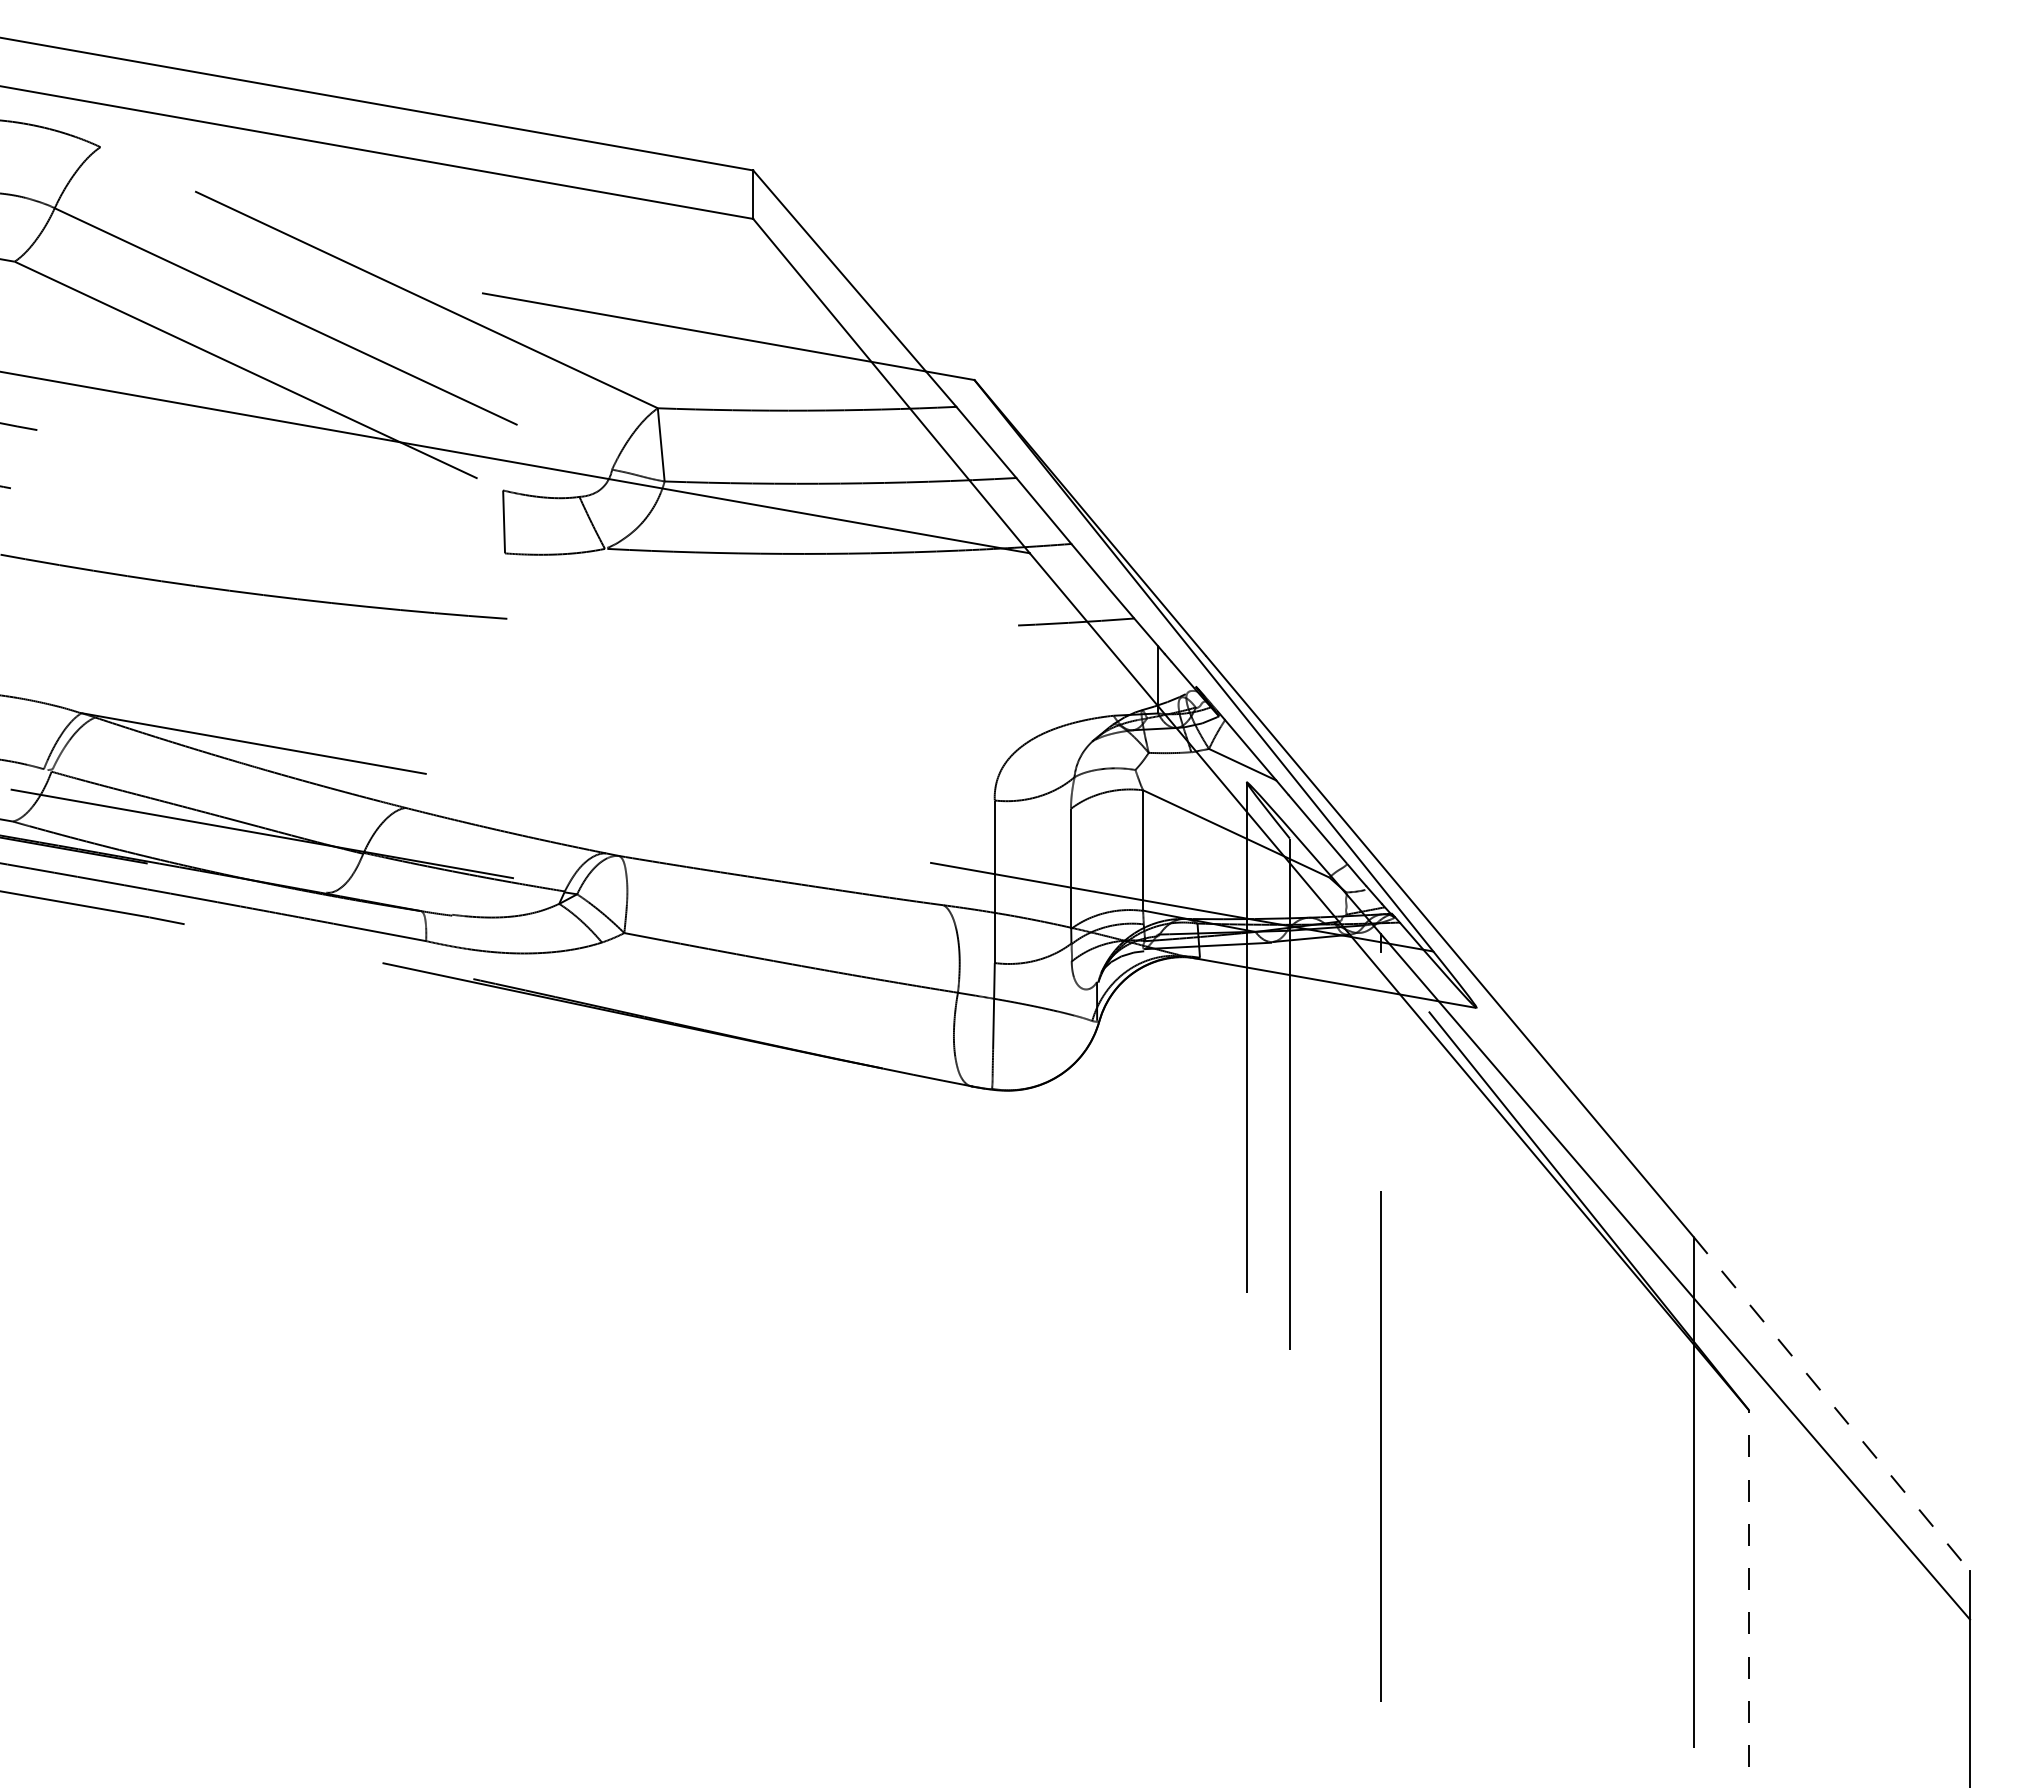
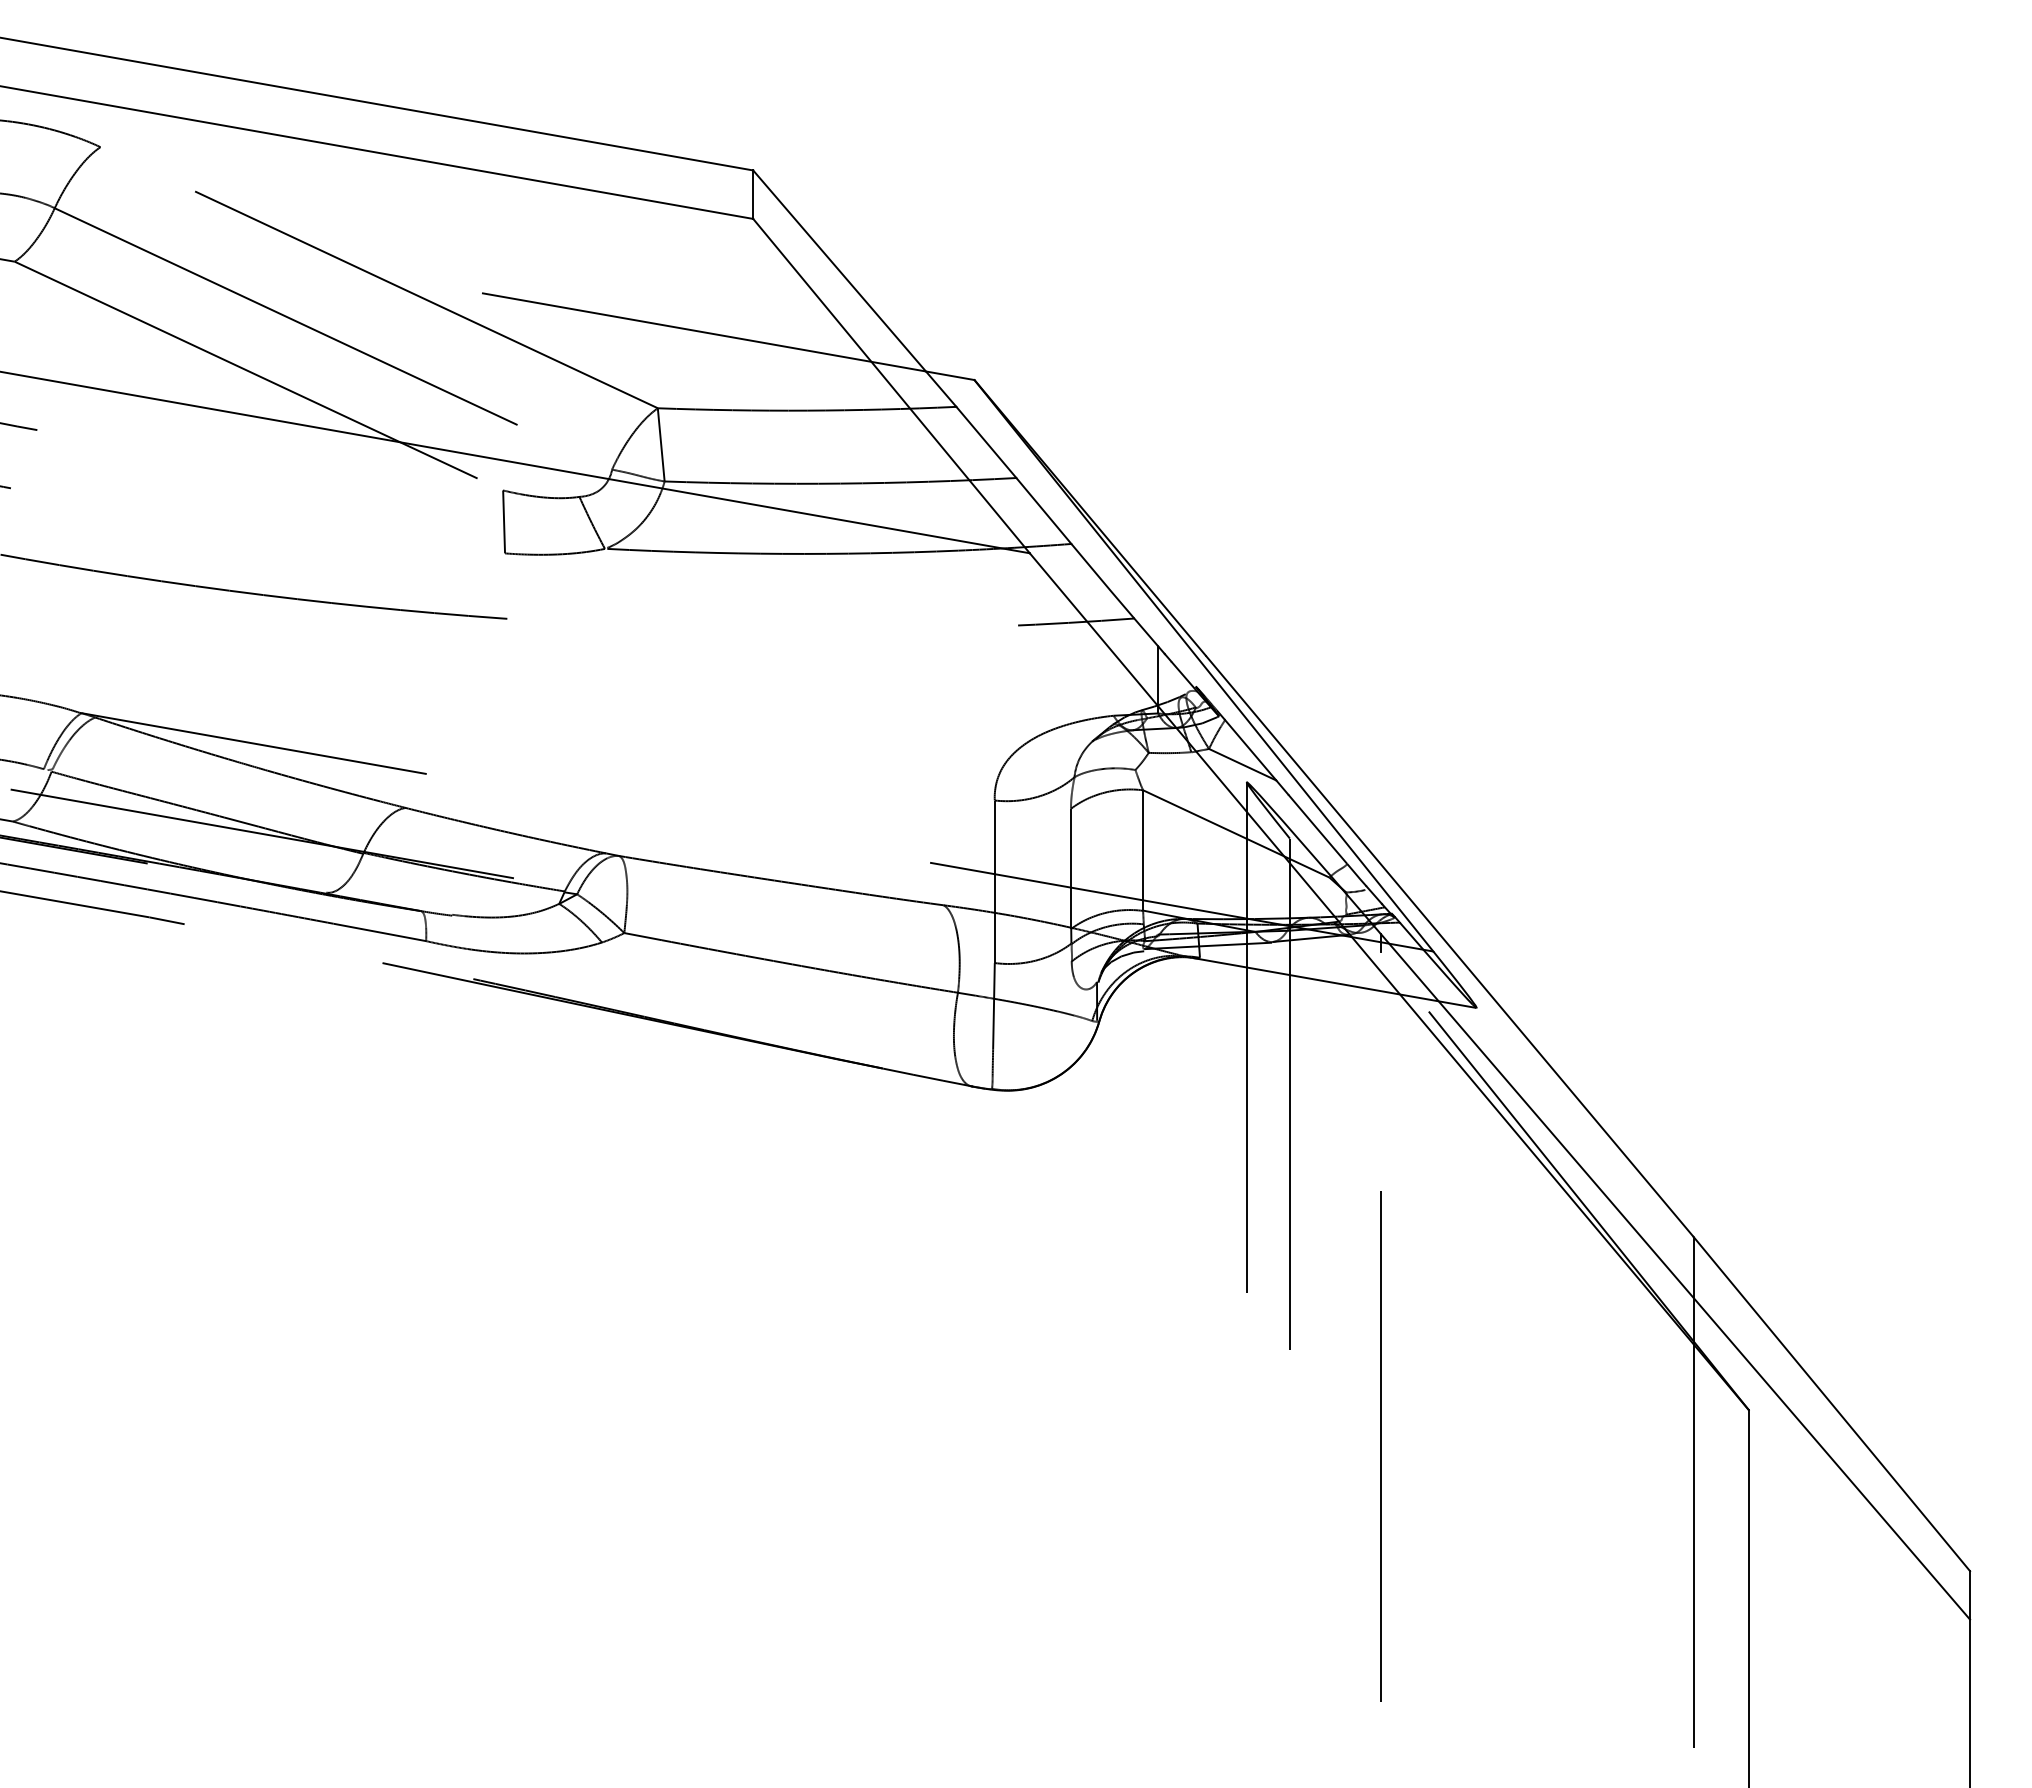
line at (1831, 1404): dashed -> solid
line at (1748, 1598): dashed -> solid
